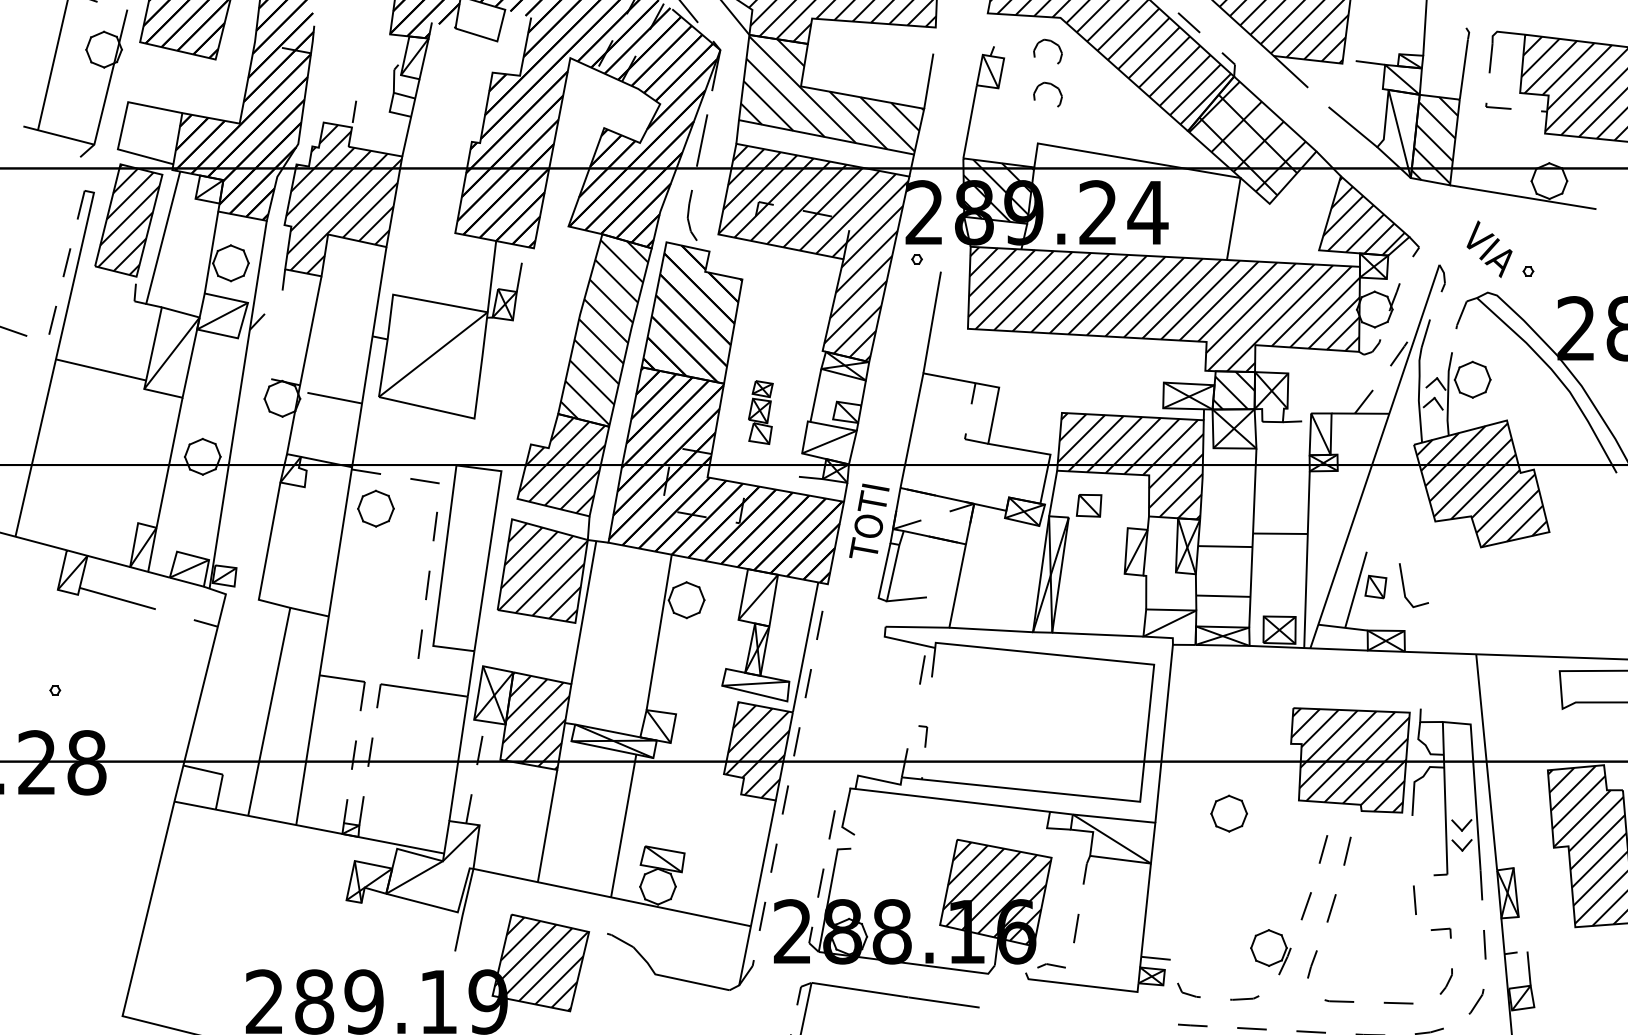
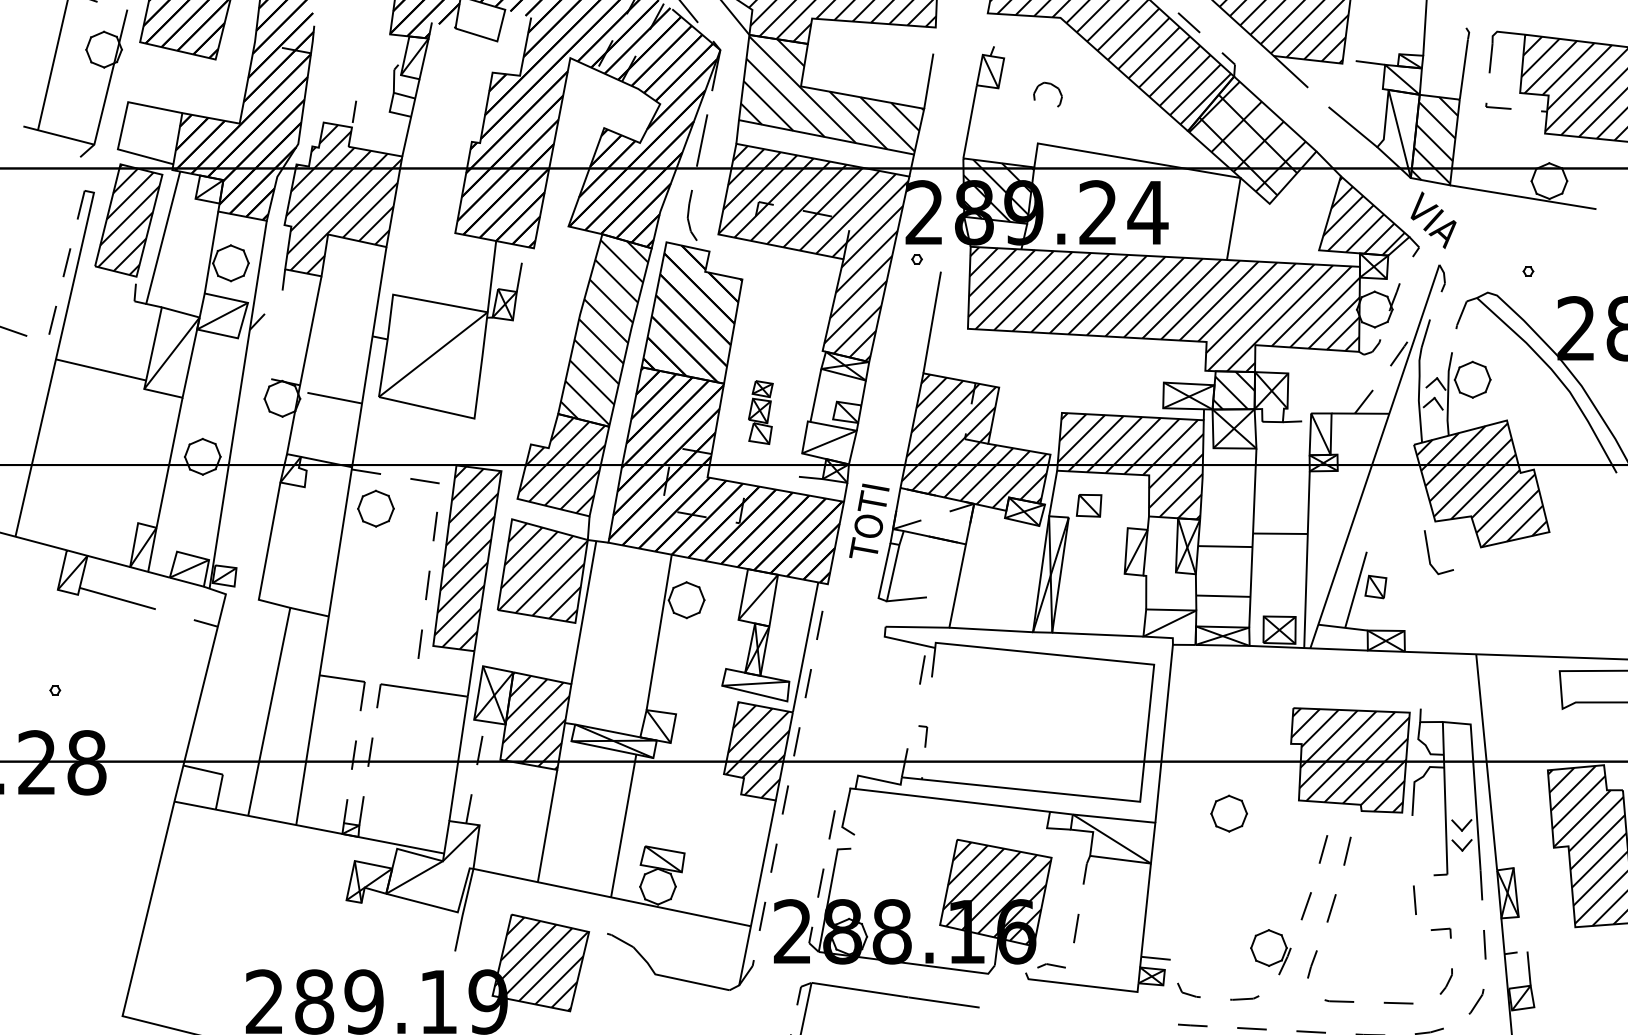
part at (1051, 42): present -> none
text at (1489, 248) position: (1489, 248) -> (1433, 219)
hatch at (973, 440): none -> present
hatch at (467, 557): none -> present
line at (1404, 585) position: (1404, 585) -> (1429, 552)
